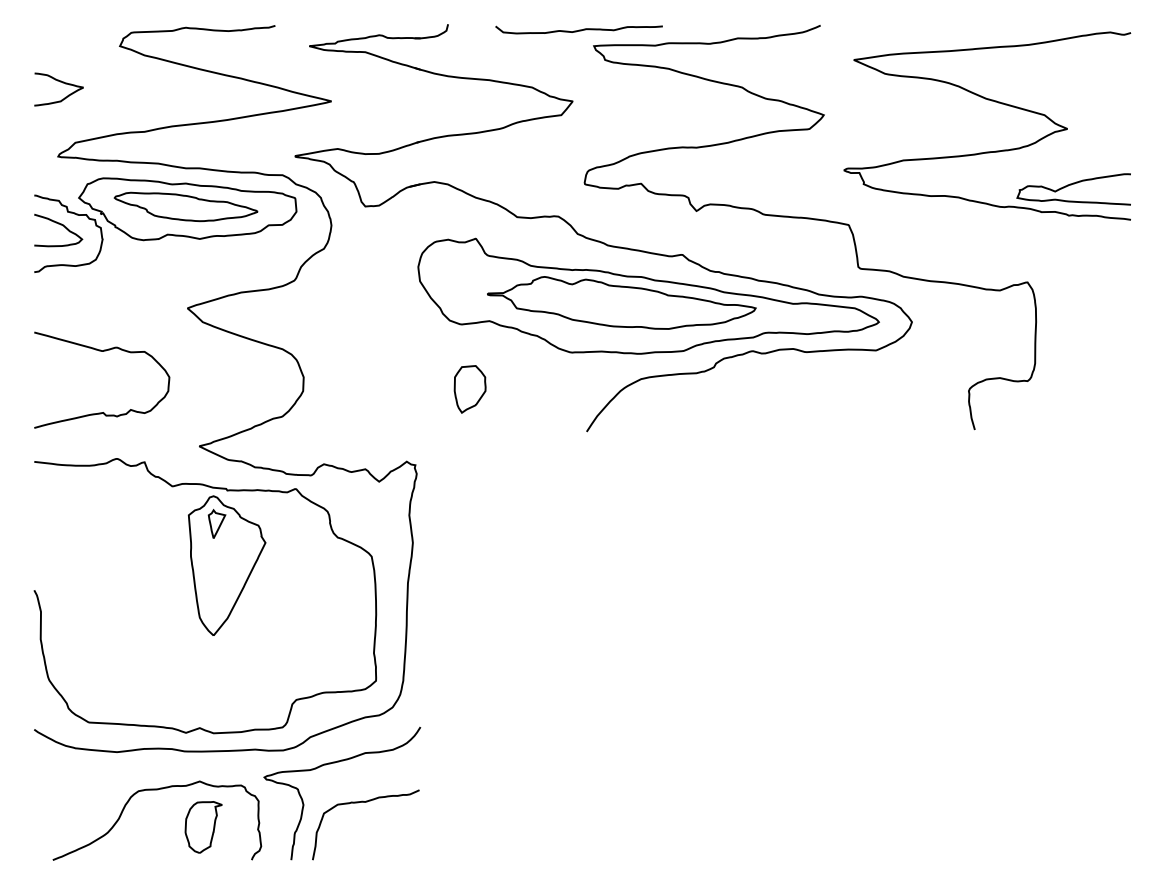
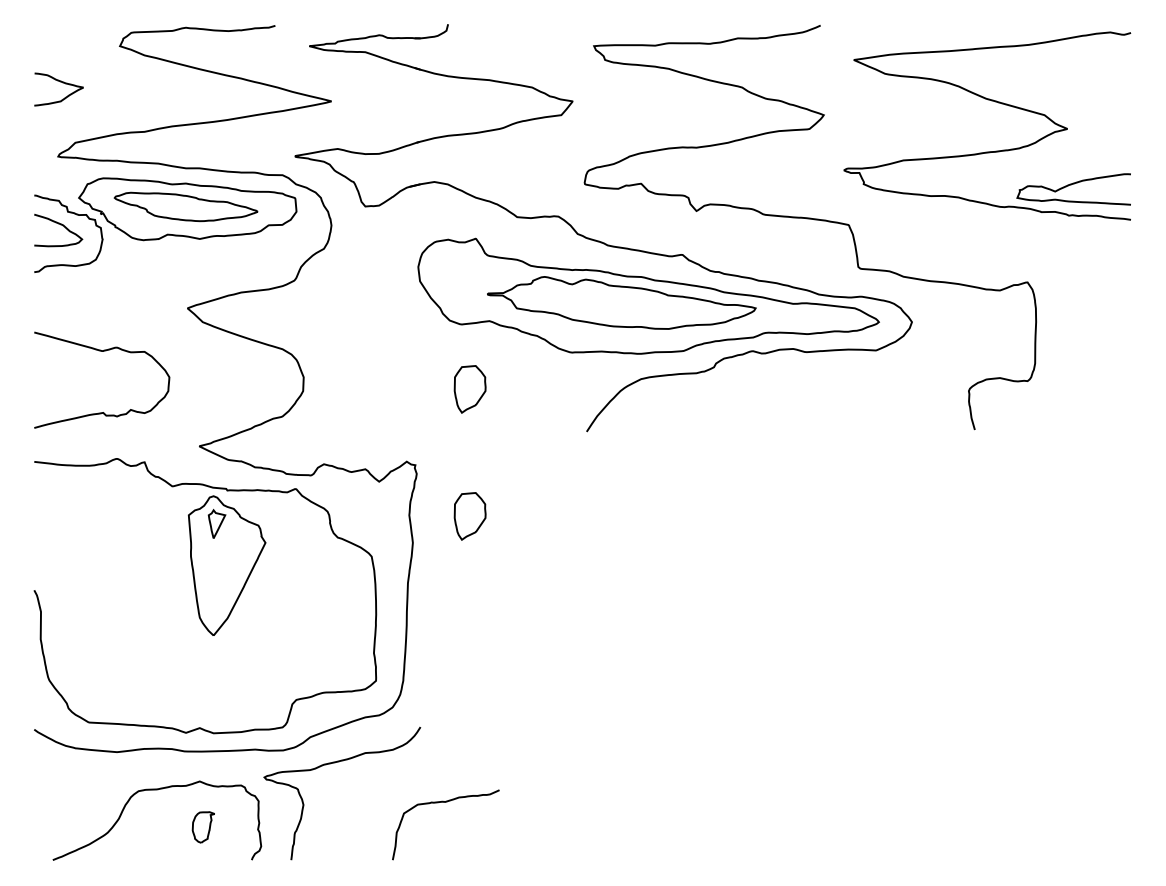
curve at (579, 29): present -> none
part at (469, 516): none -> present
curve at (365, 802) position: (365, 802) -> (445, 802)
part at (203, 827) size: 39x53 px -> 24x33 px
